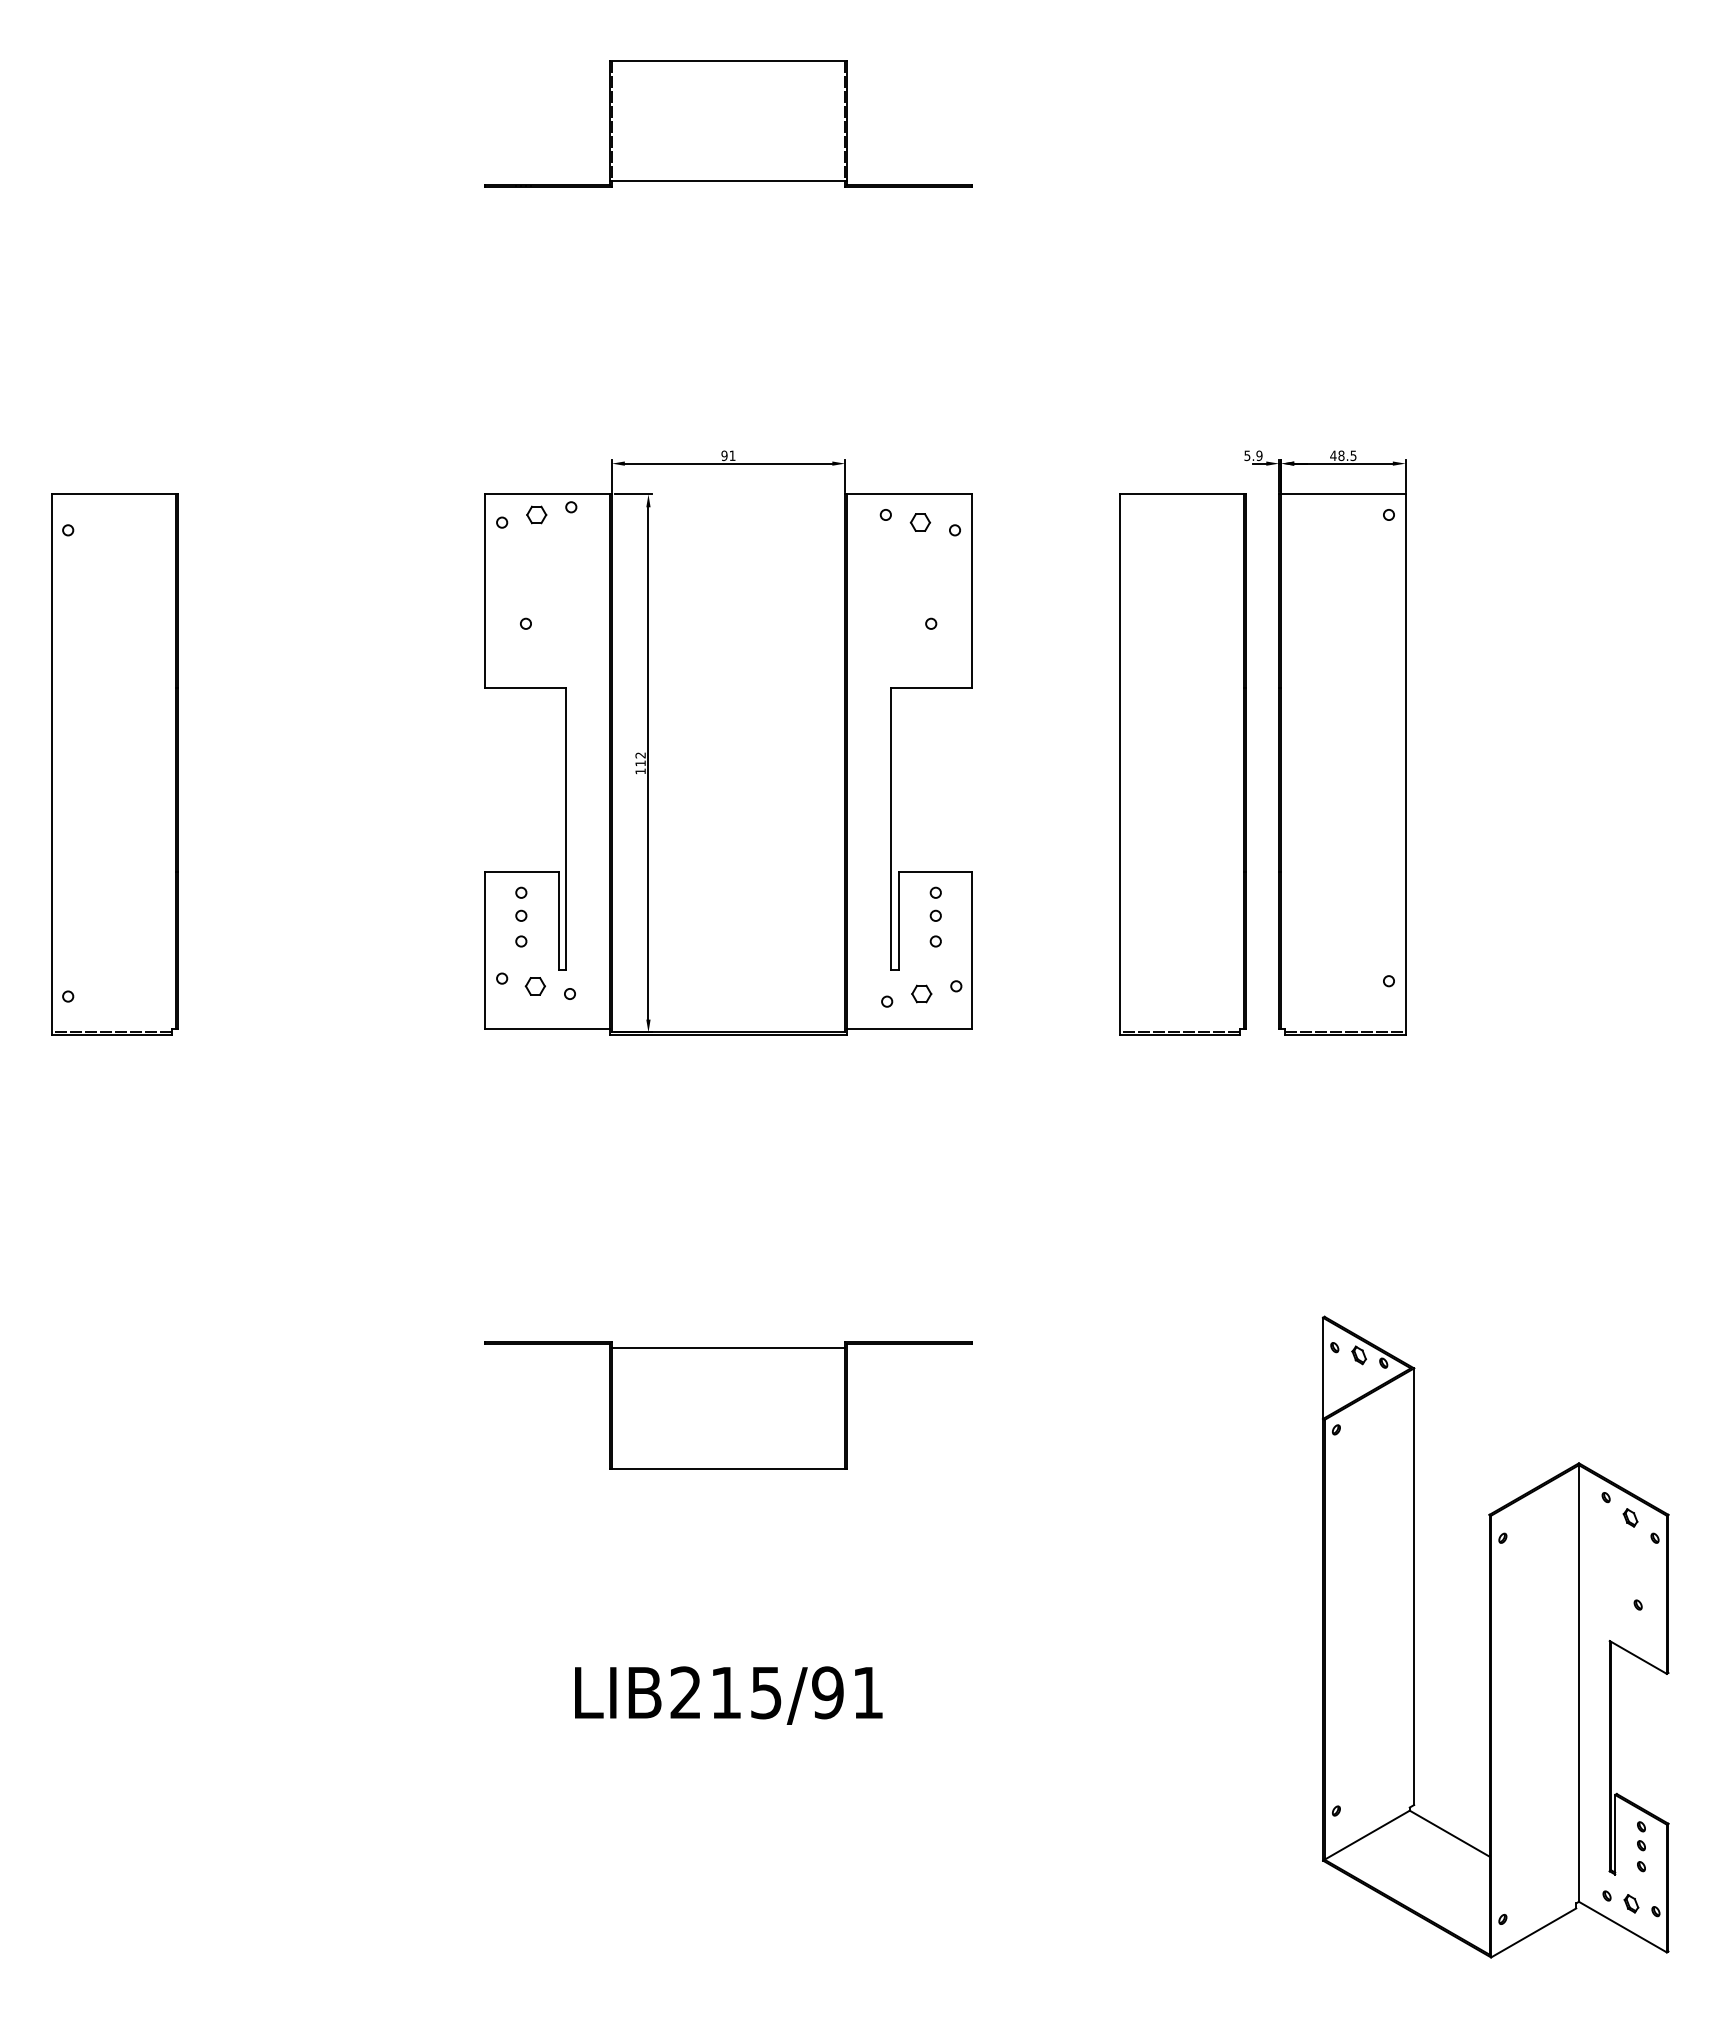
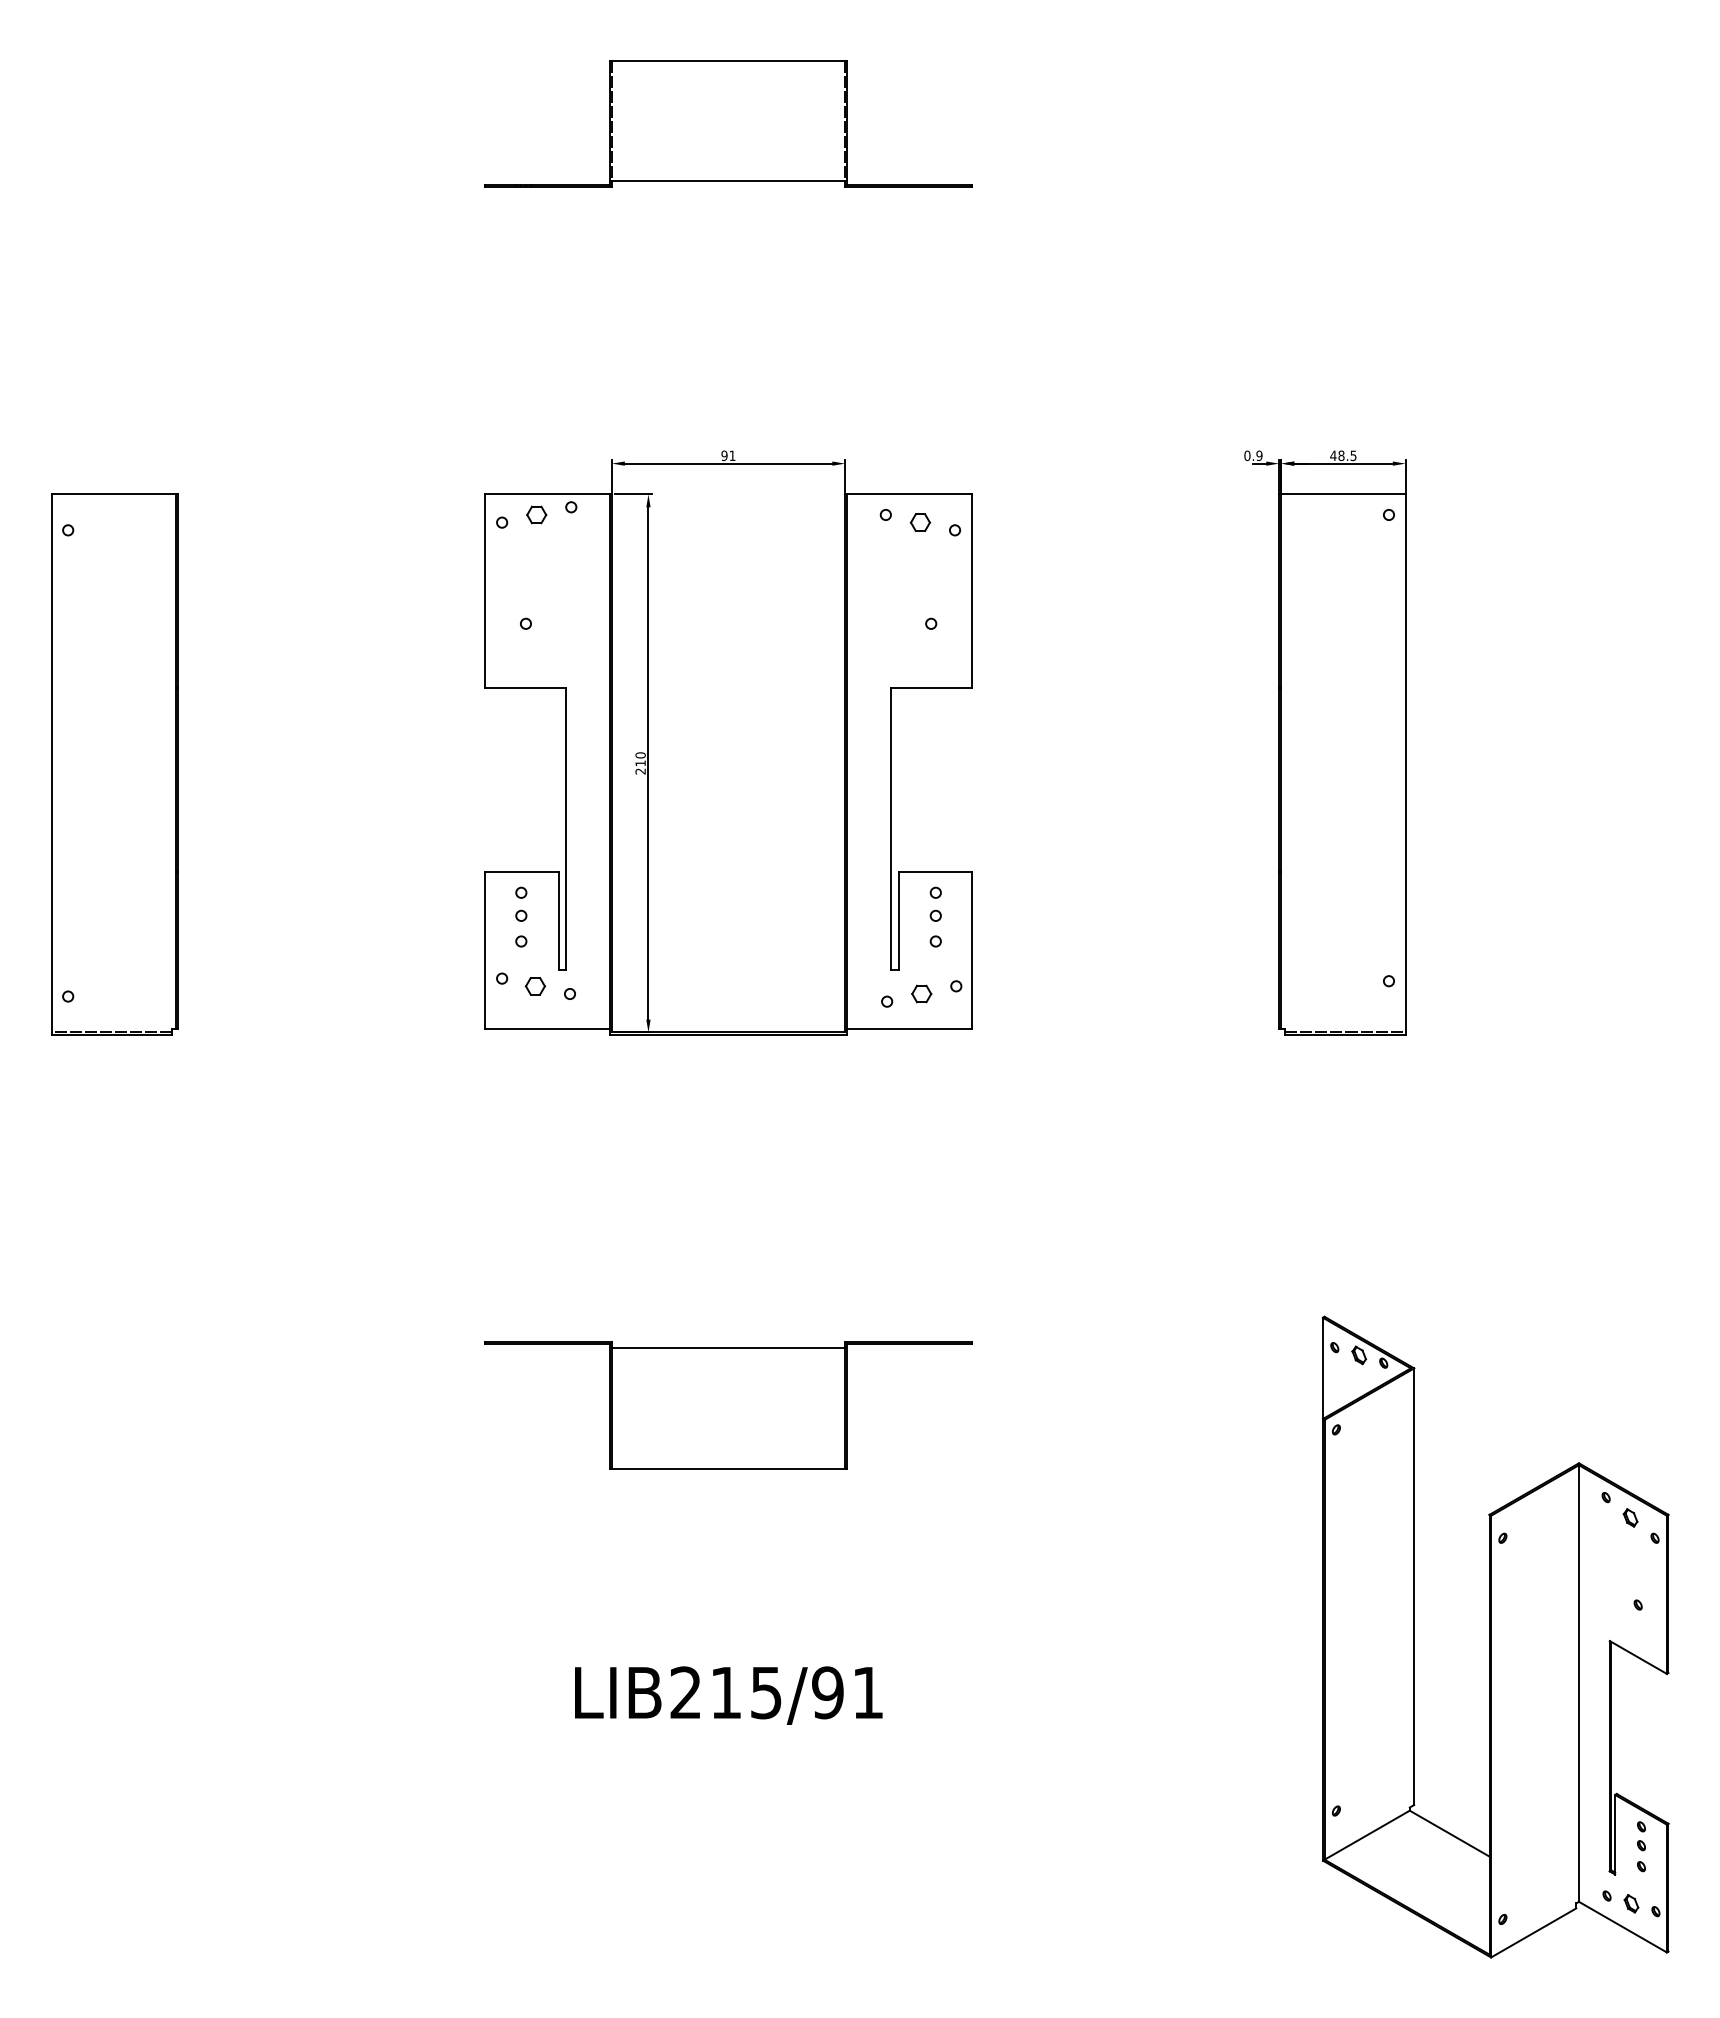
text at (1247, 455): 5.9 -> 0.9
text at (640, 763): 112 -> 210
part at (1182, 764): present -> none
